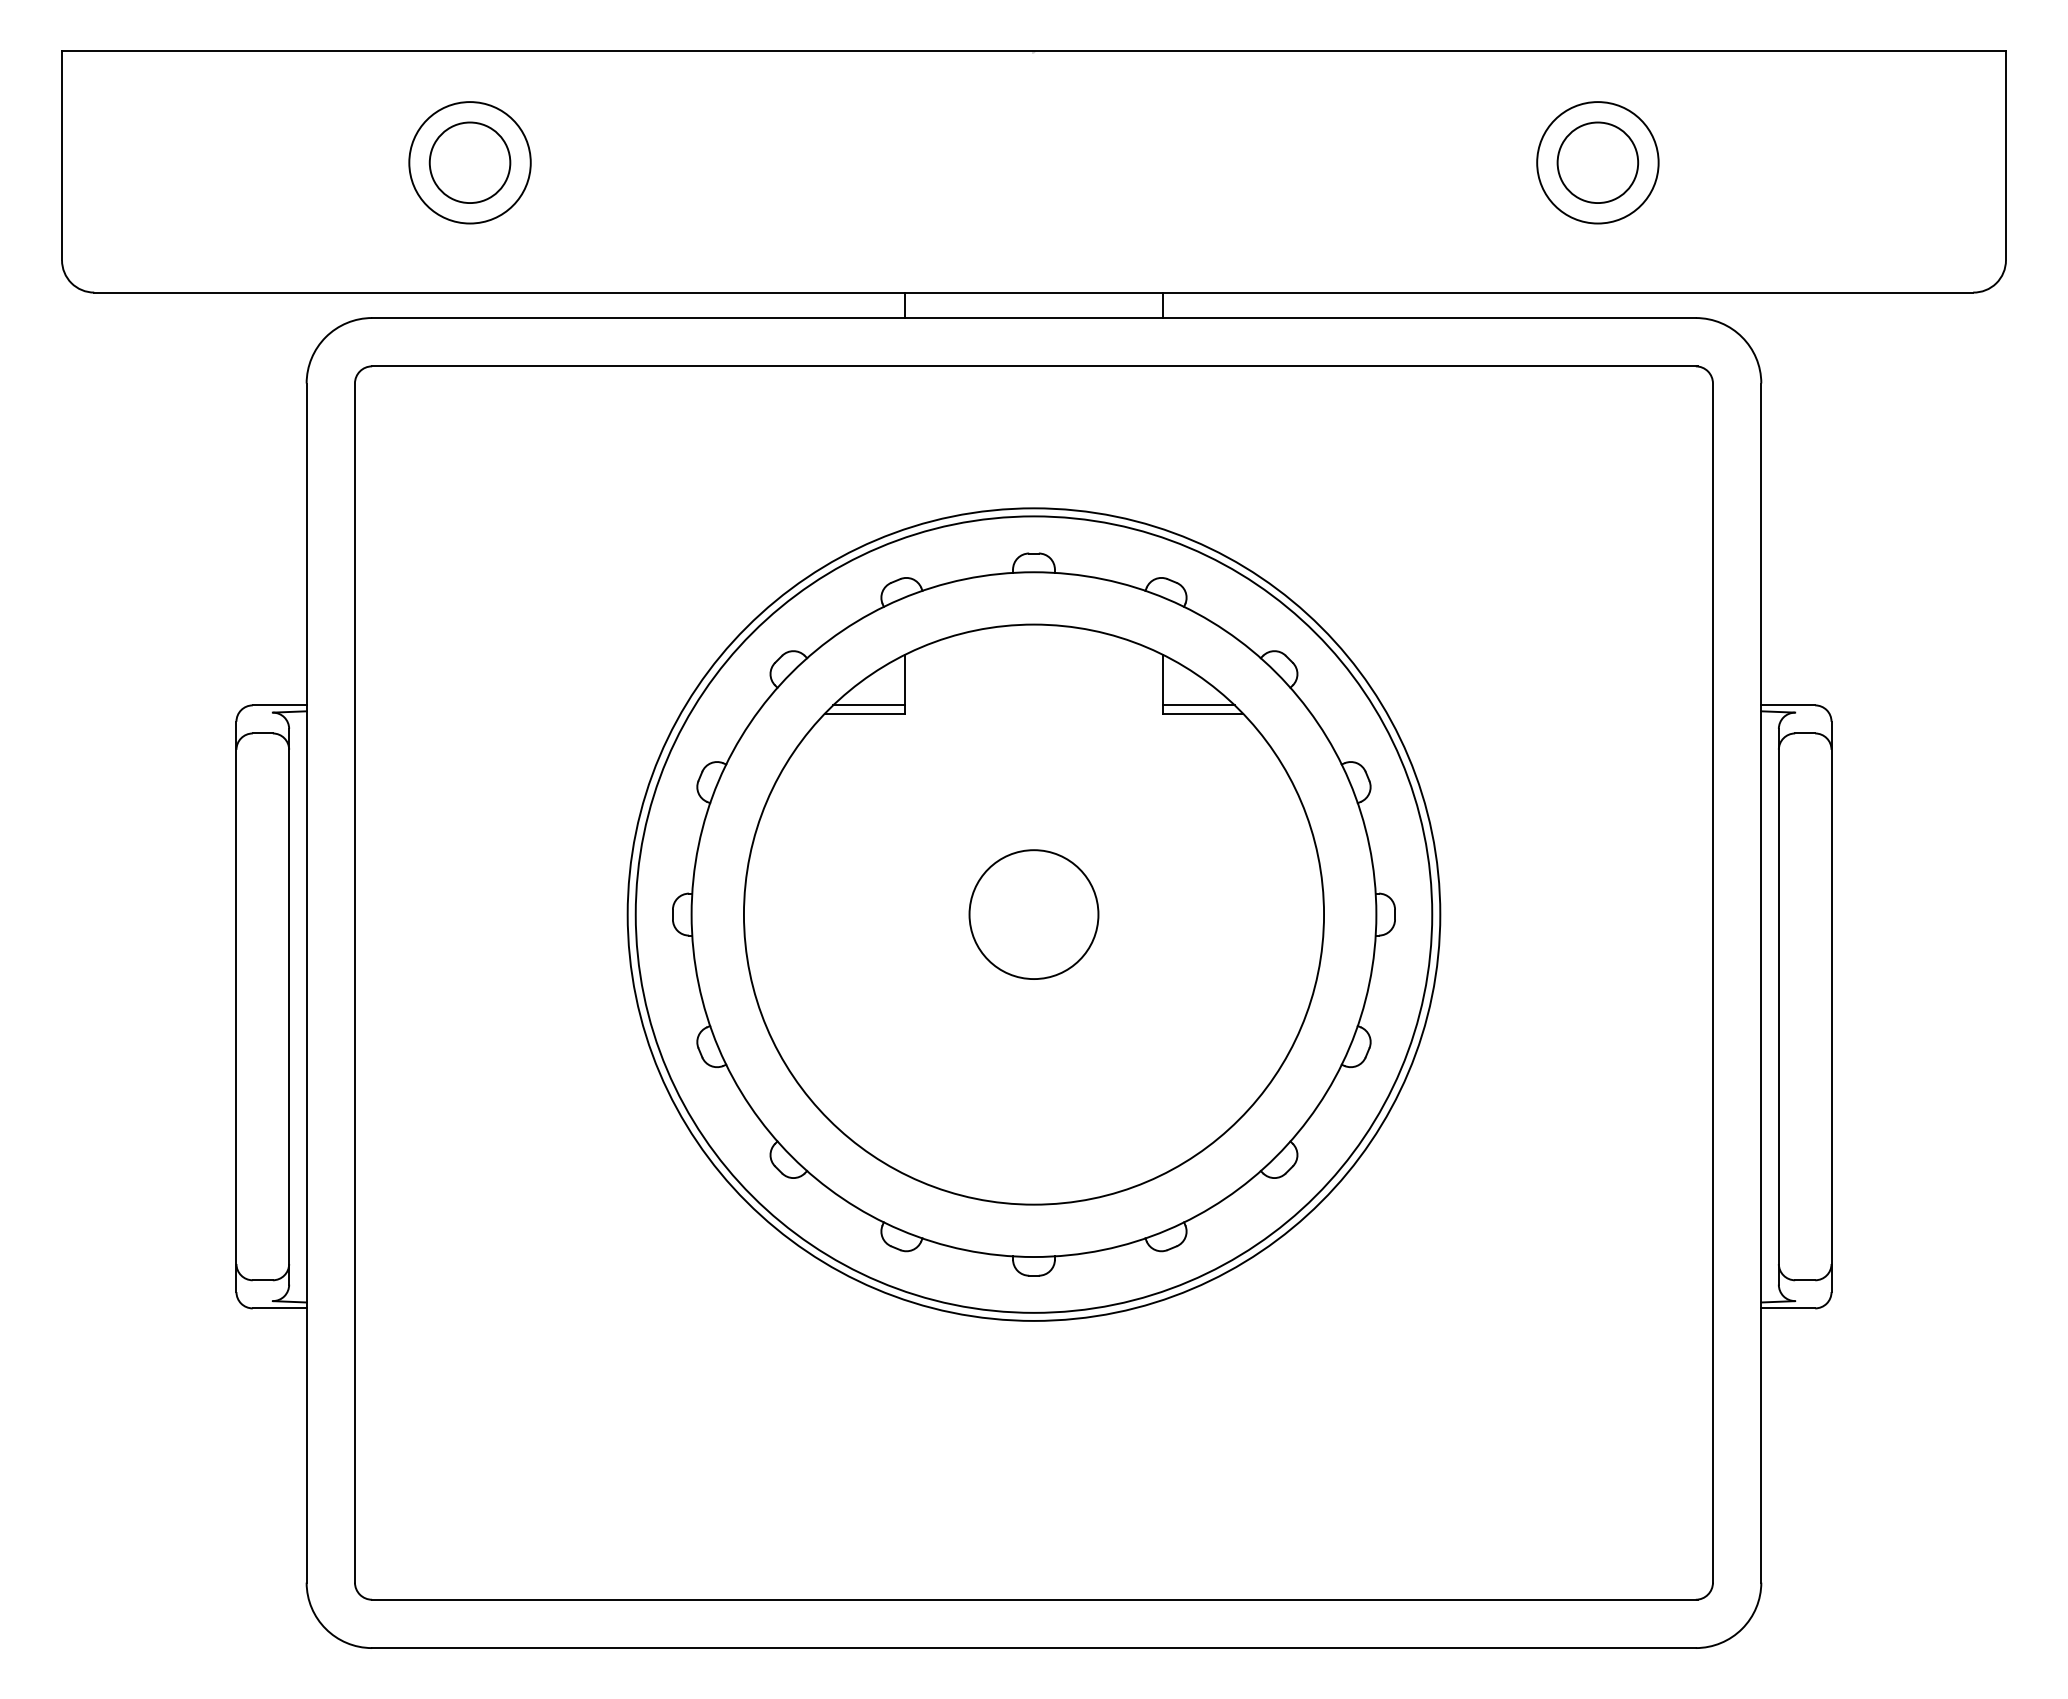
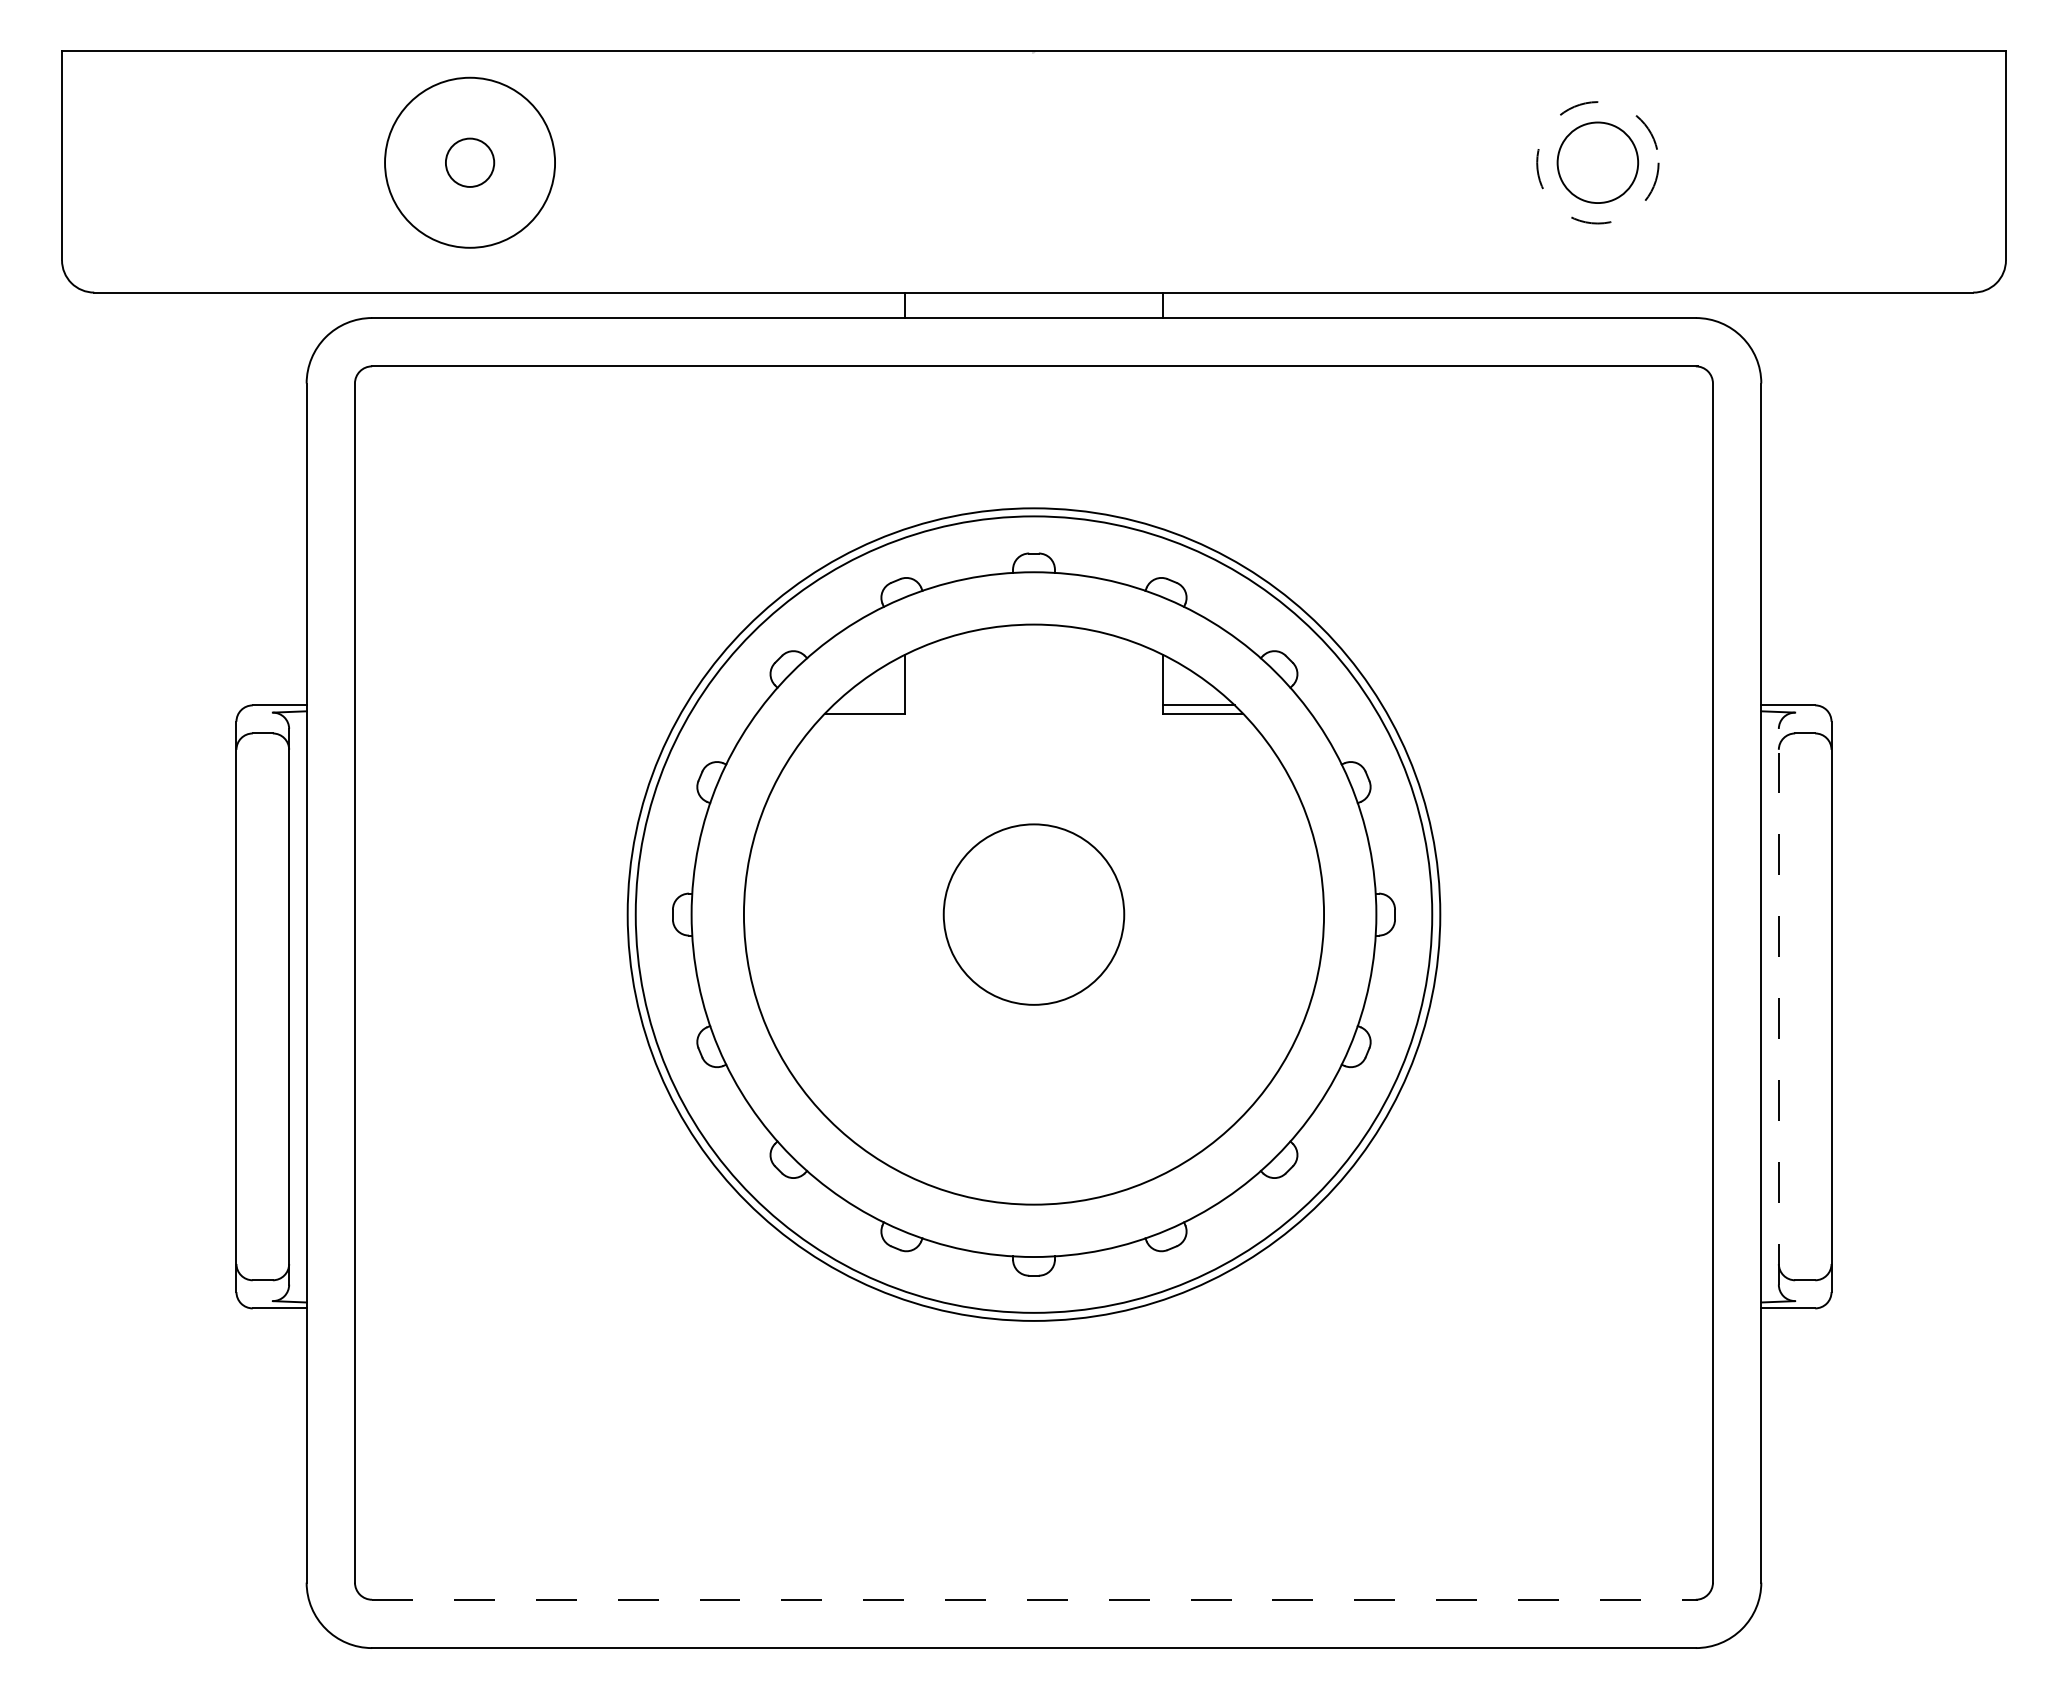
circle at (469, 162) diameter: 121 px -> 170 px
circle at (469, 162) diameter: 81 px -> 48 px
circle at (1597, 162): solid -> dashed
line at (869, 705): present -> none
circle at (1033, 914) diameter: 129 px -> 180 px
line at (1778, 1006): solid -> dashed
line at (1035, 1599): solid -> dashed
